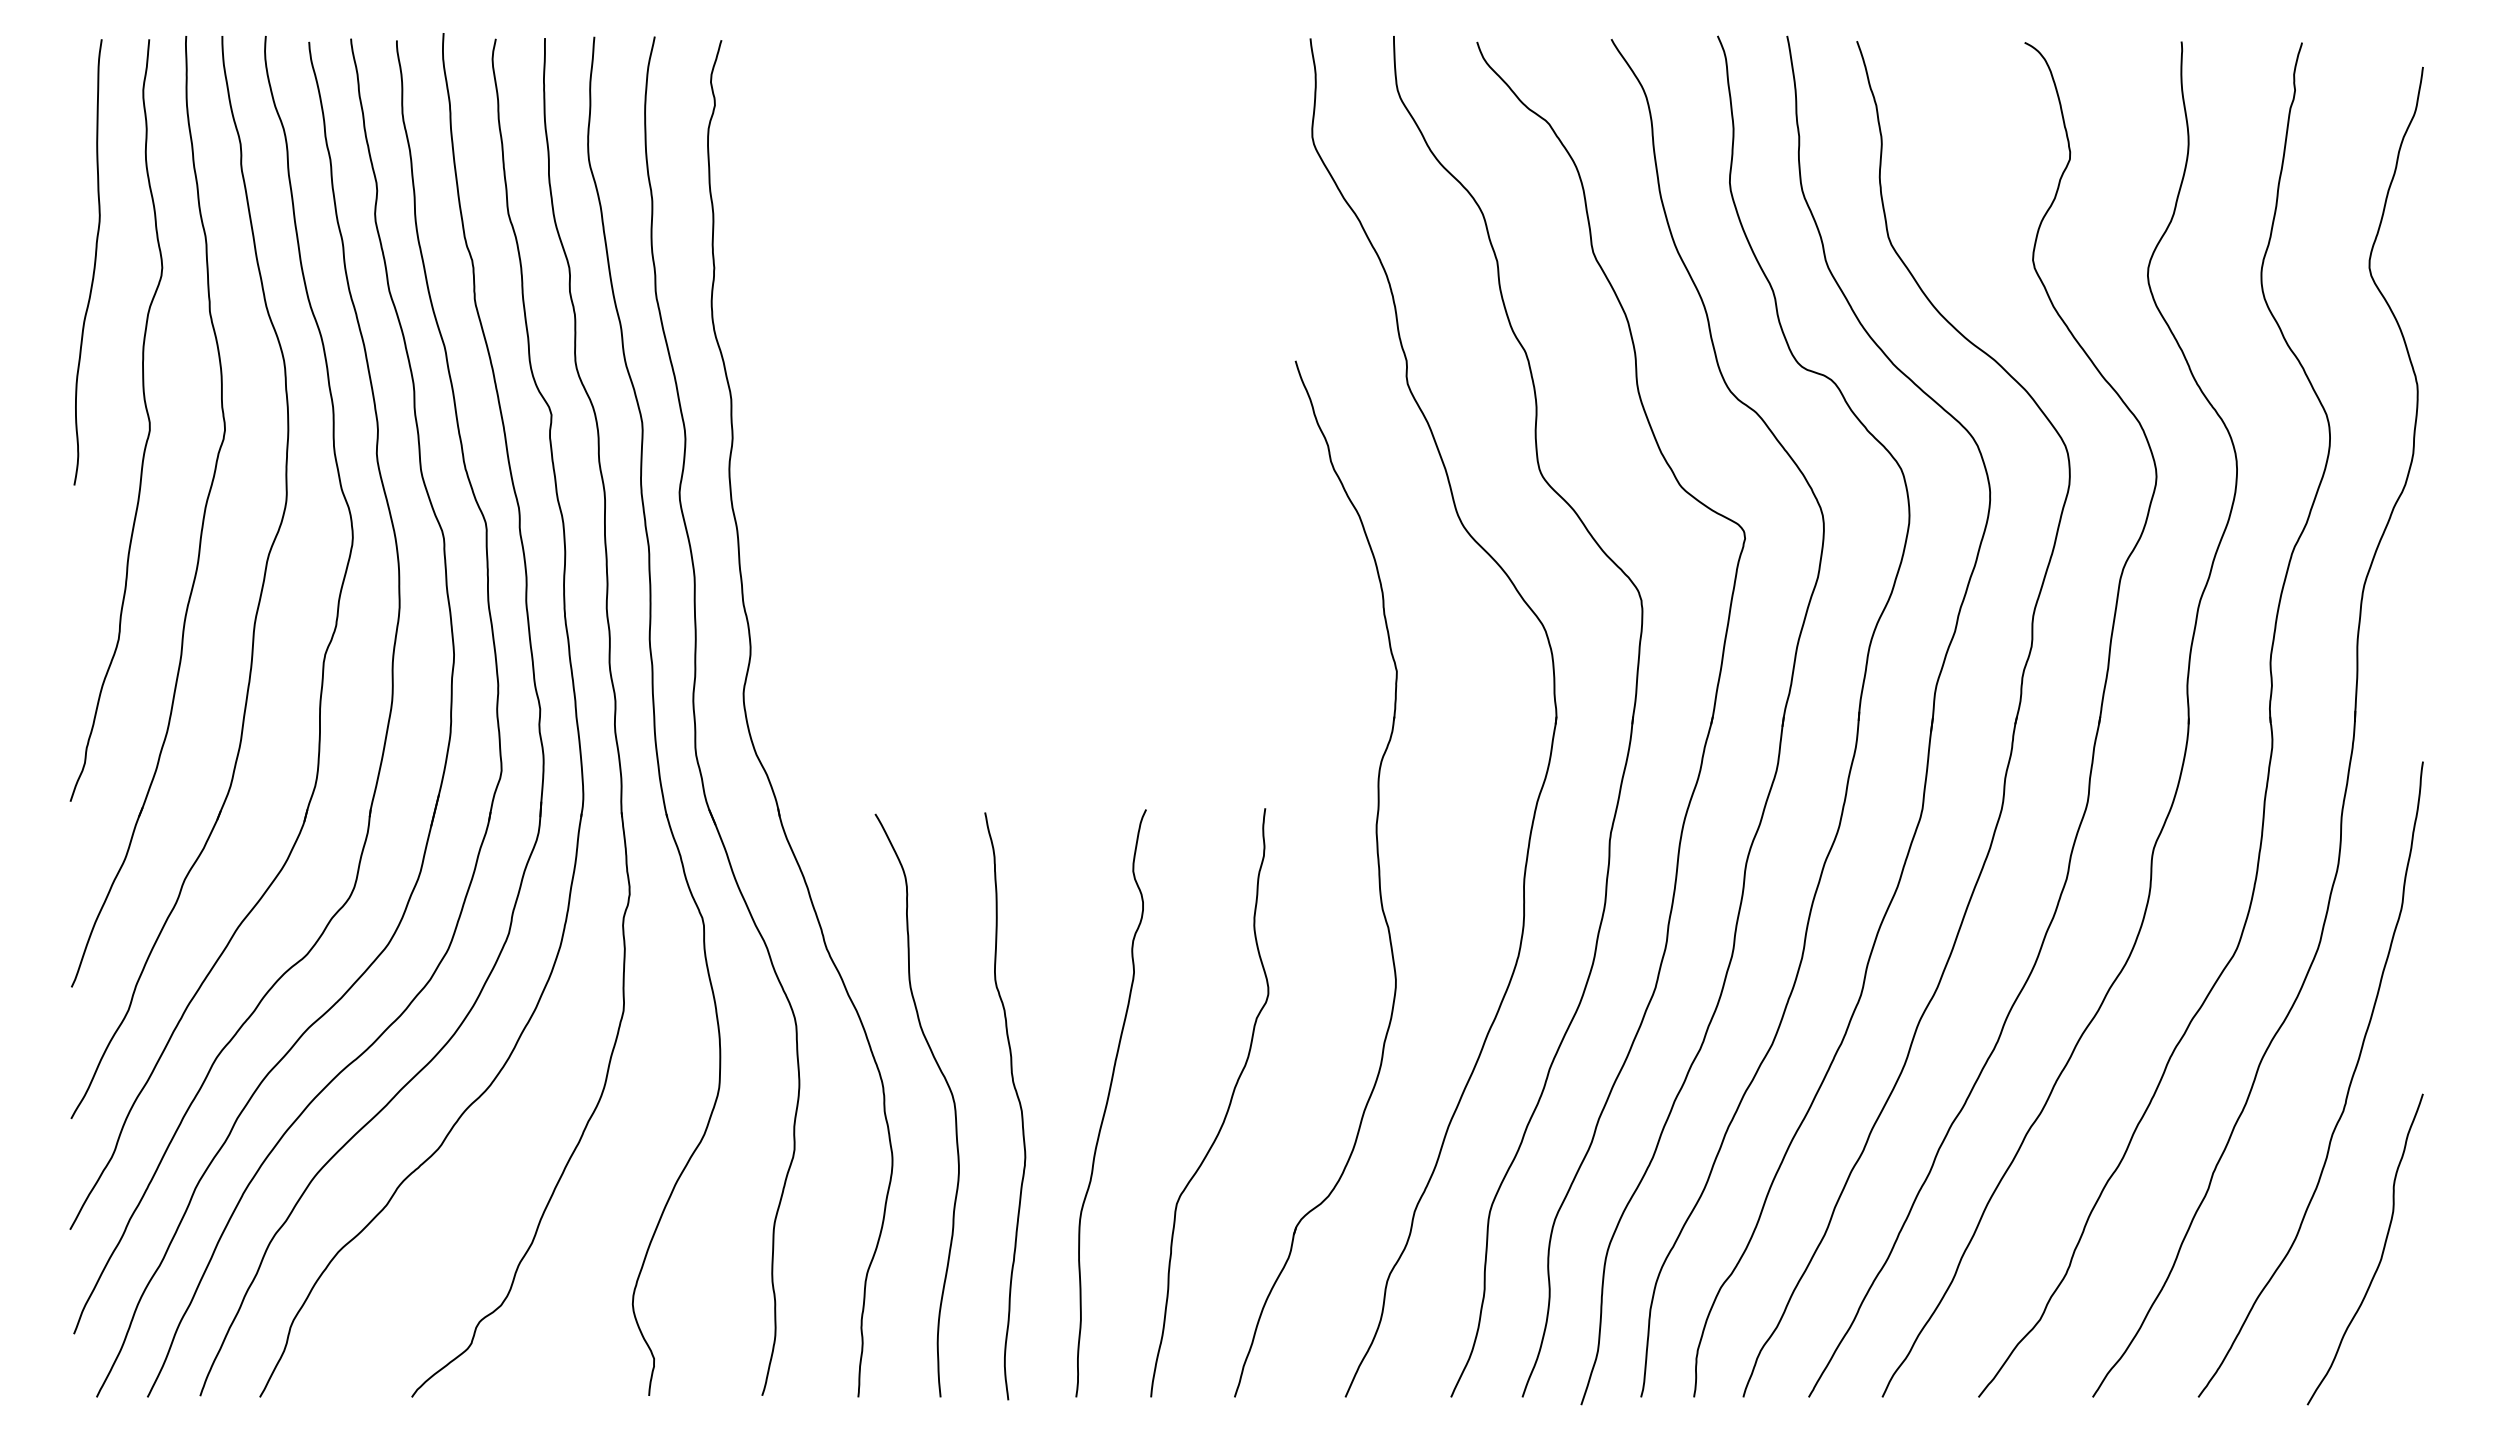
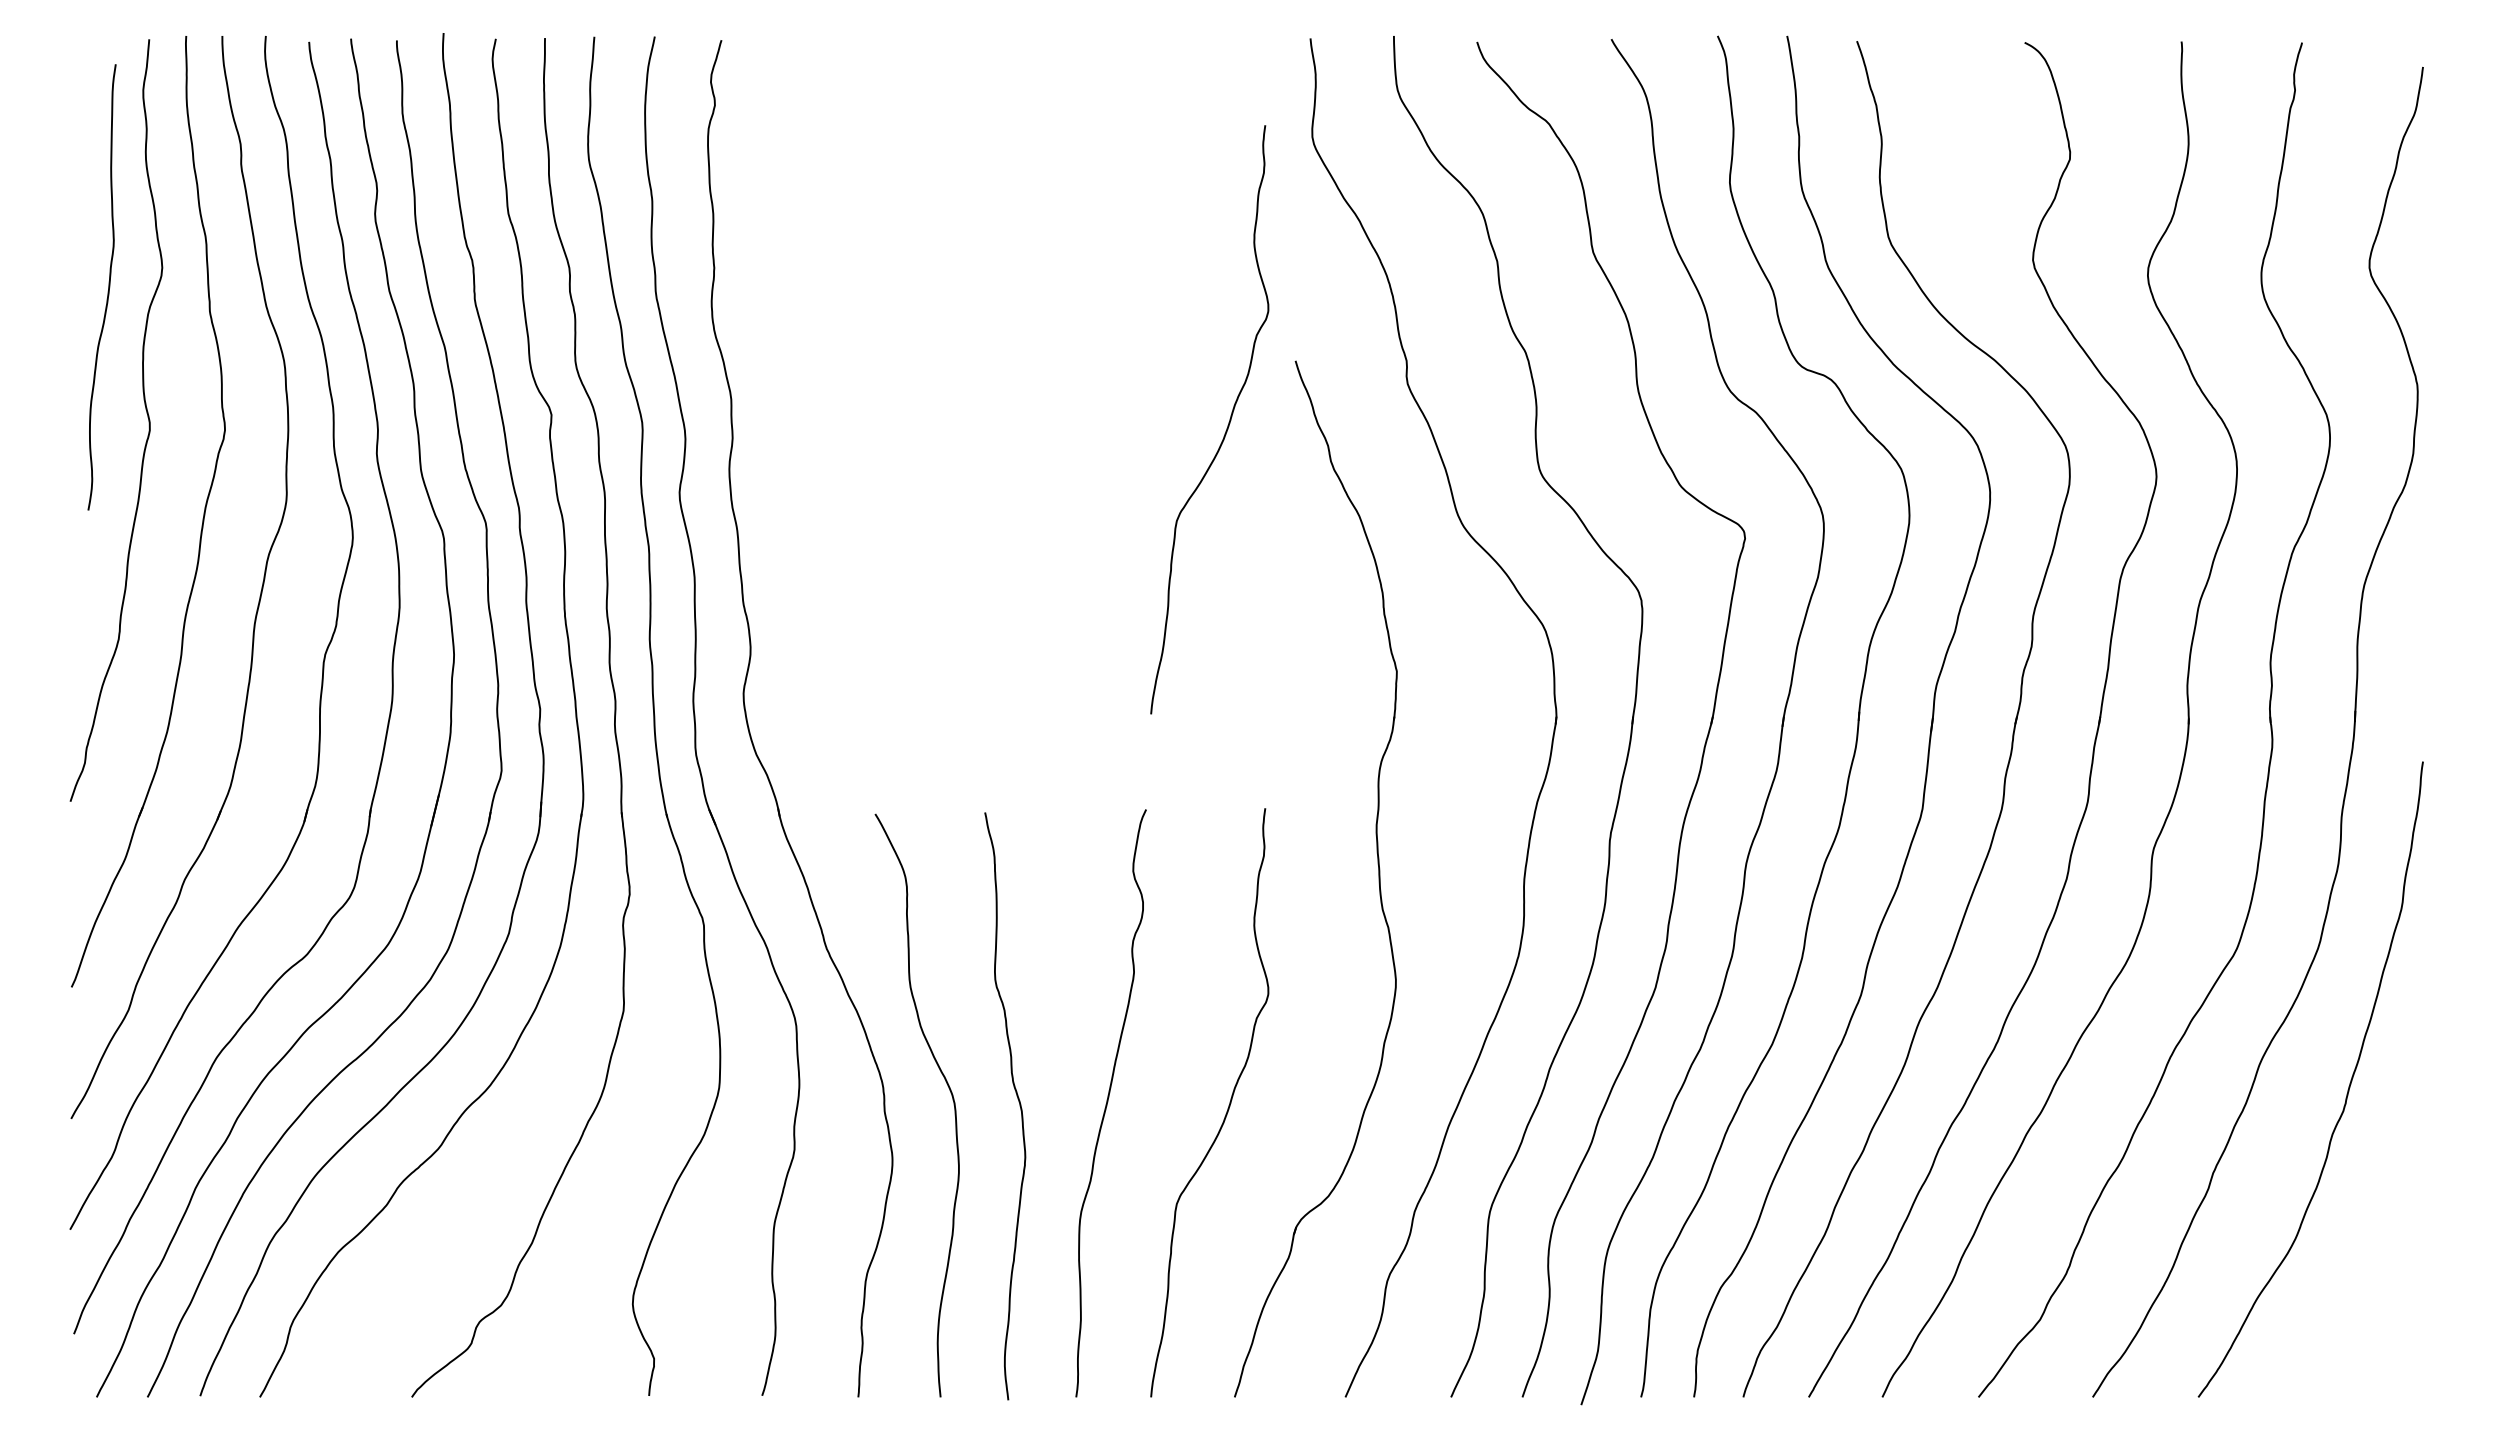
curve at (94, 262) position: (94, 262) -> (108, 287)
curve at (1227, 425): none -> present
curve at (2381, 1253): present -> none
